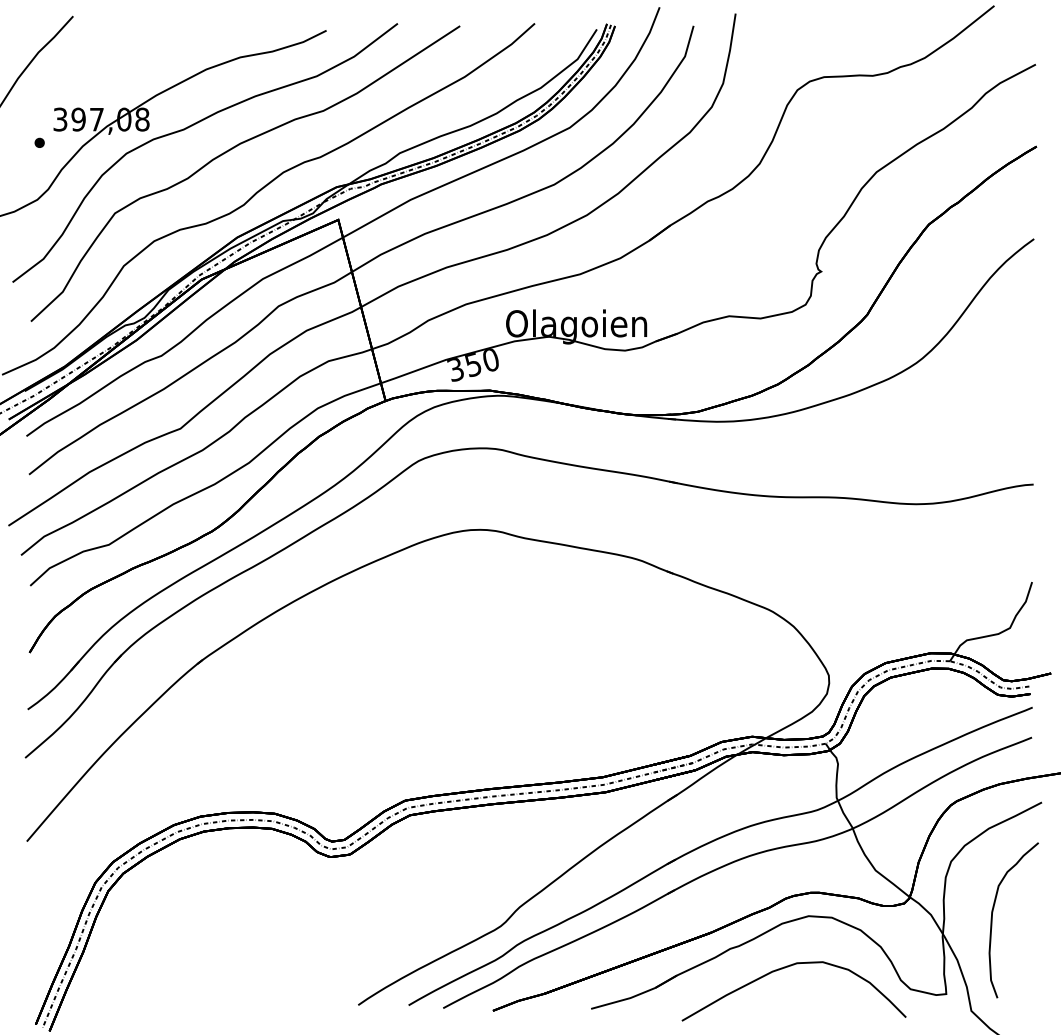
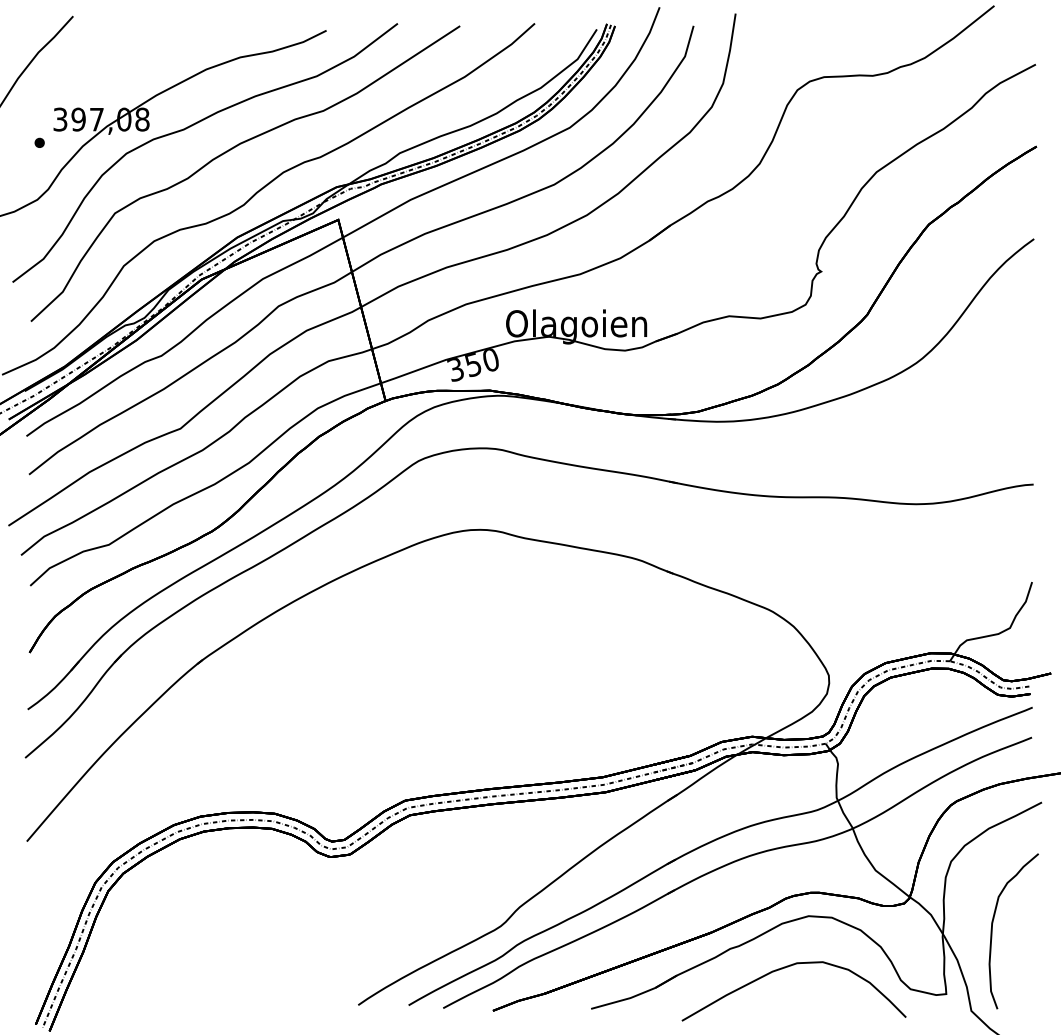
curve at (992, 920) position: (992, 920) -> (992, 931)
